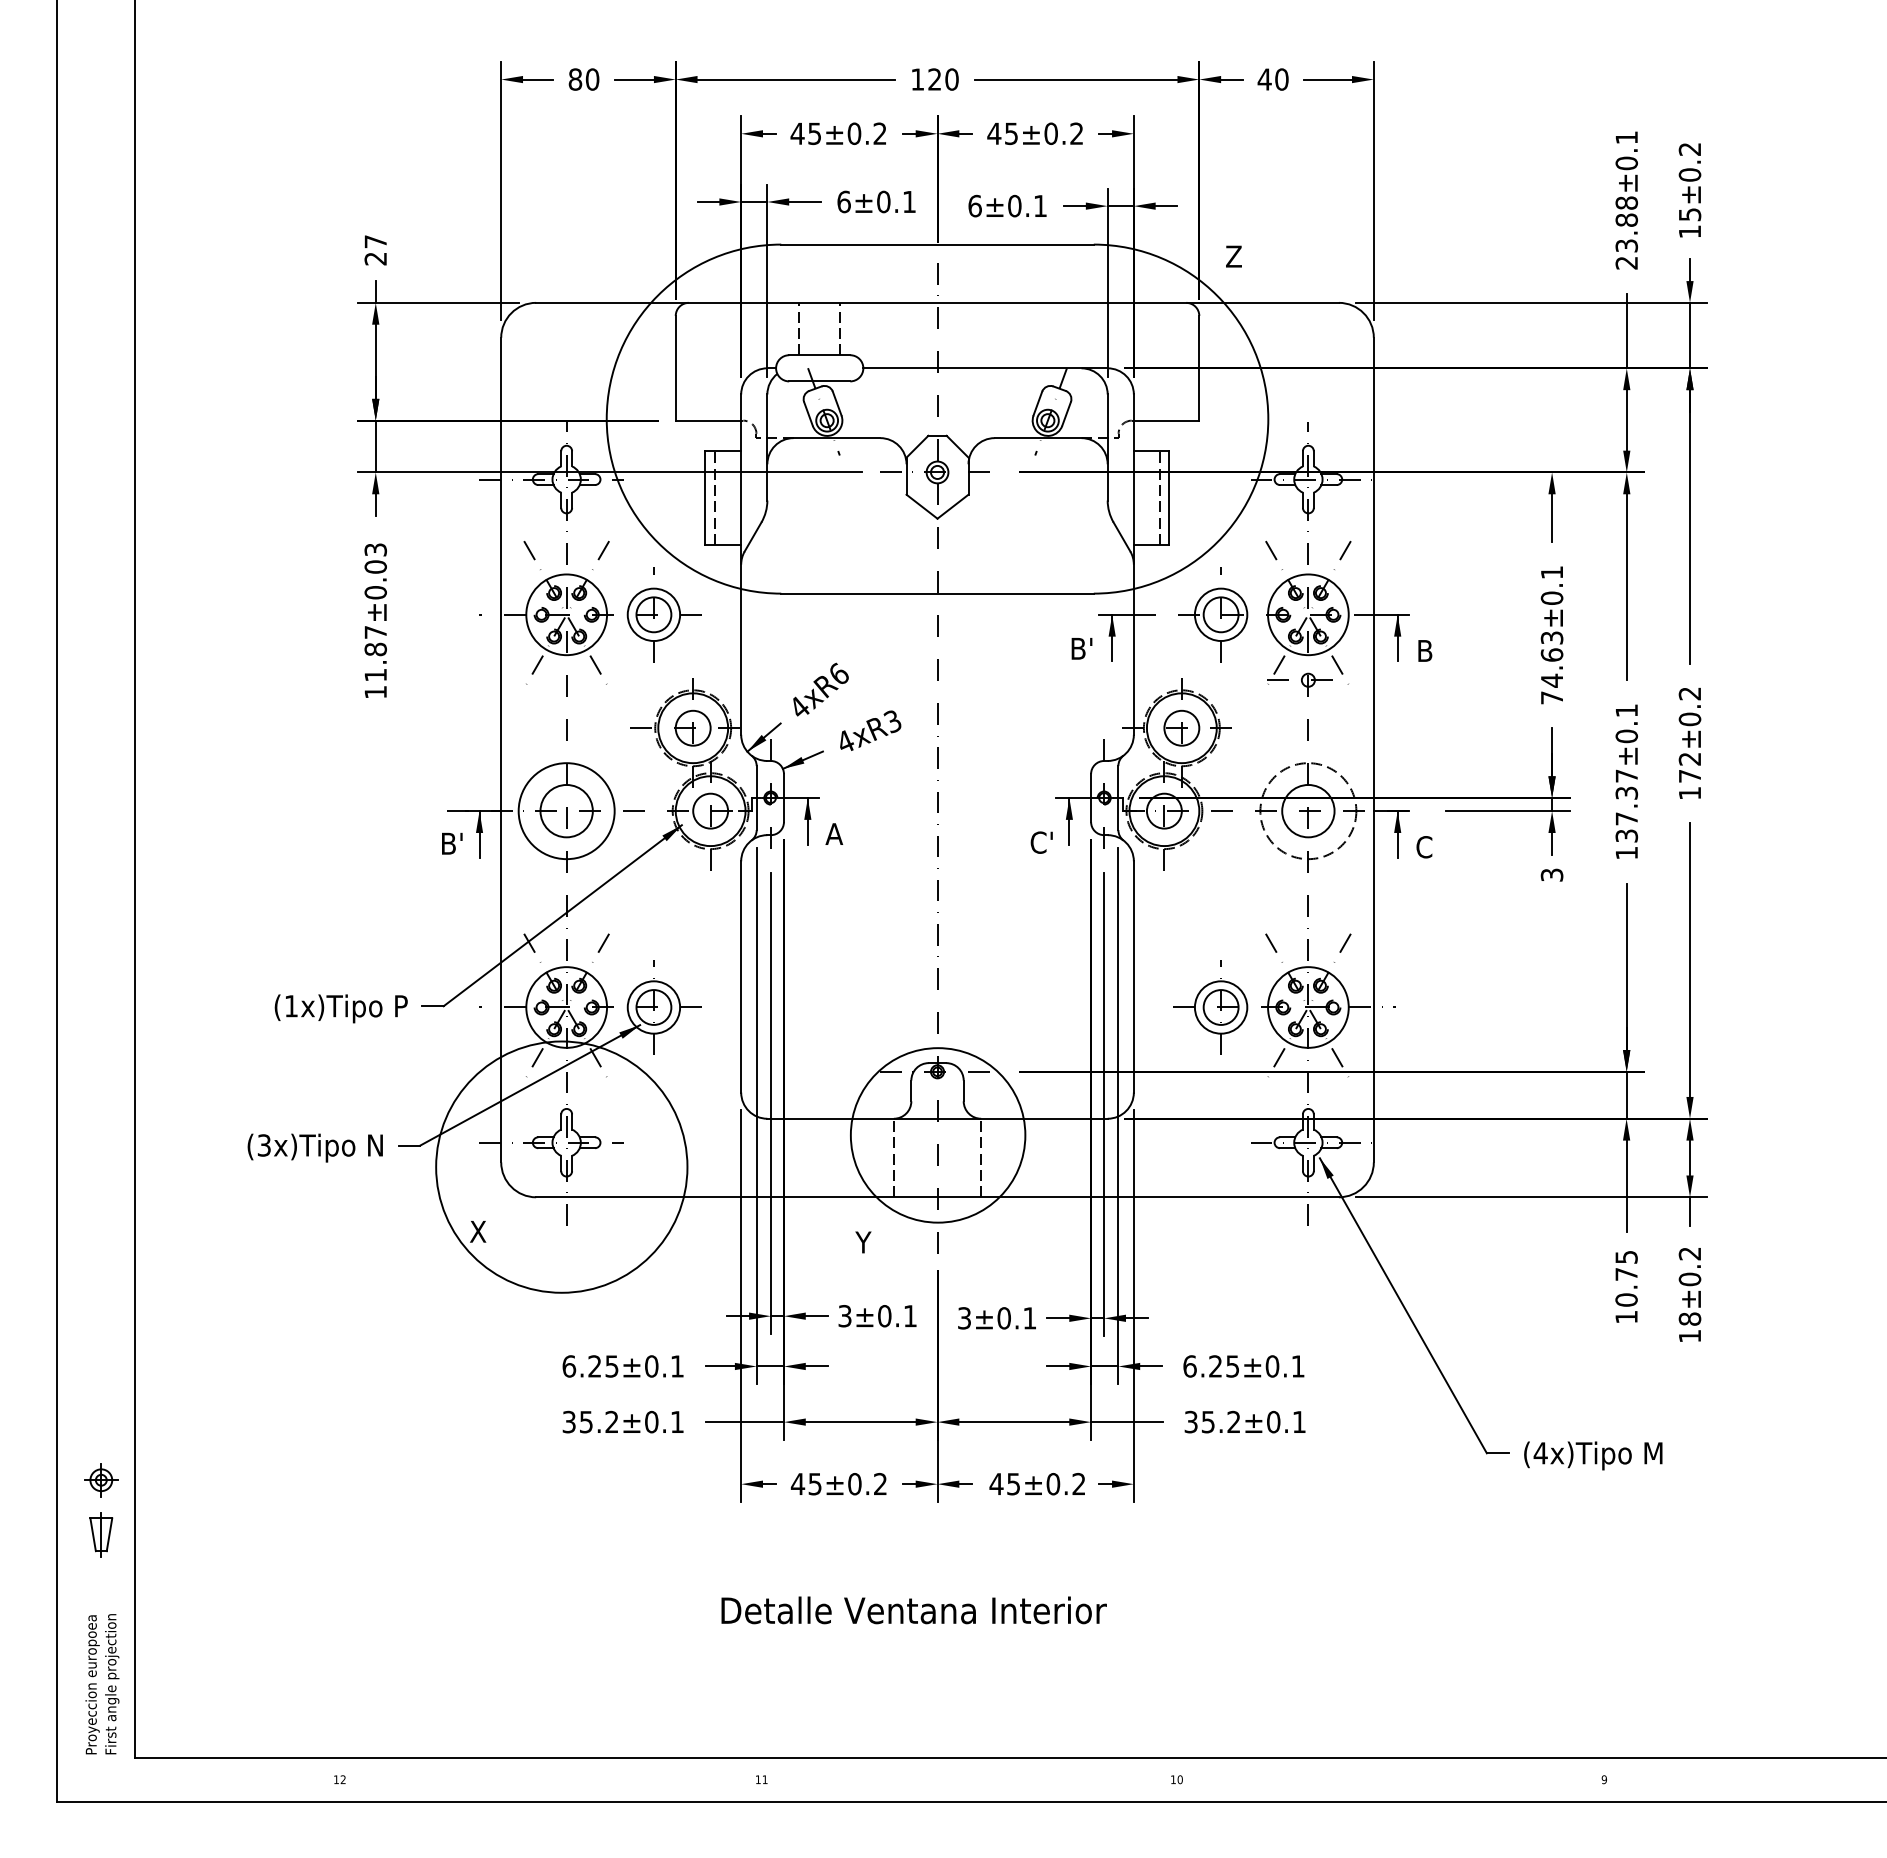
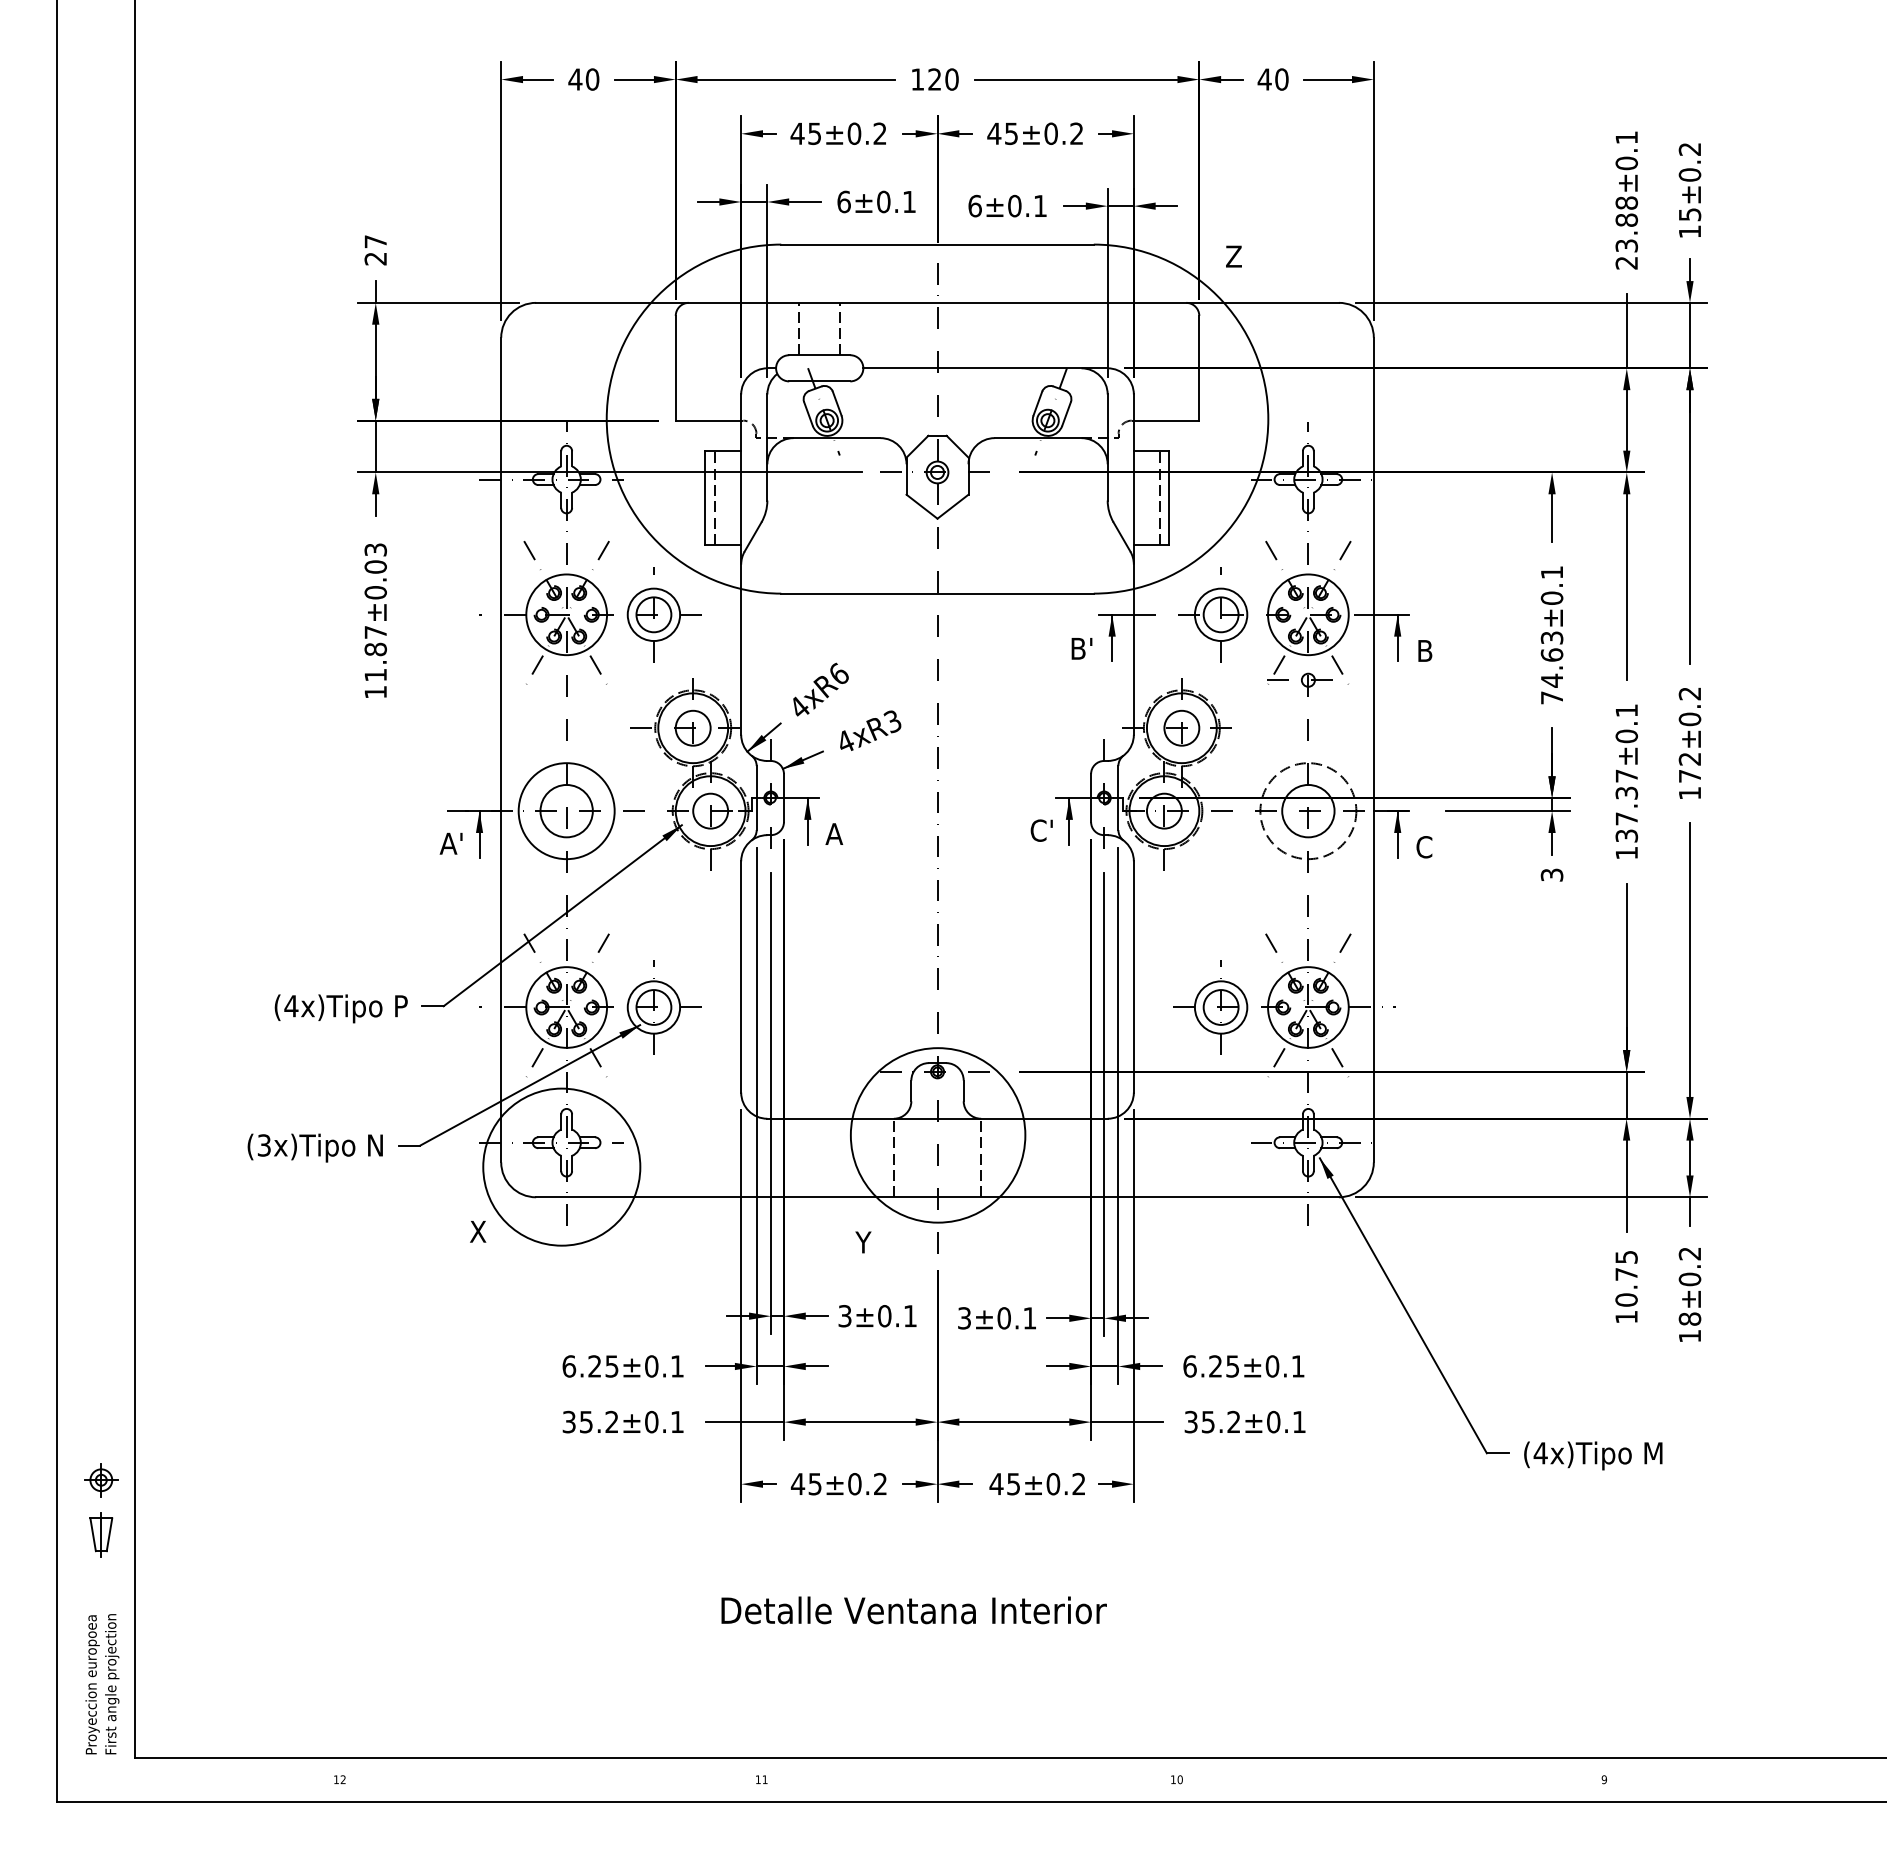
text at (575, 79): 80 -> 40
text at (1041, 842) position: (1041, 842) -> (1041, 830)
text at (448, 843): B' -> A'
text at (291, 1006): (1x)Tipo -> (4x)Tipo
circle at (561, 1166) diameter: 251 px -> 157 px
